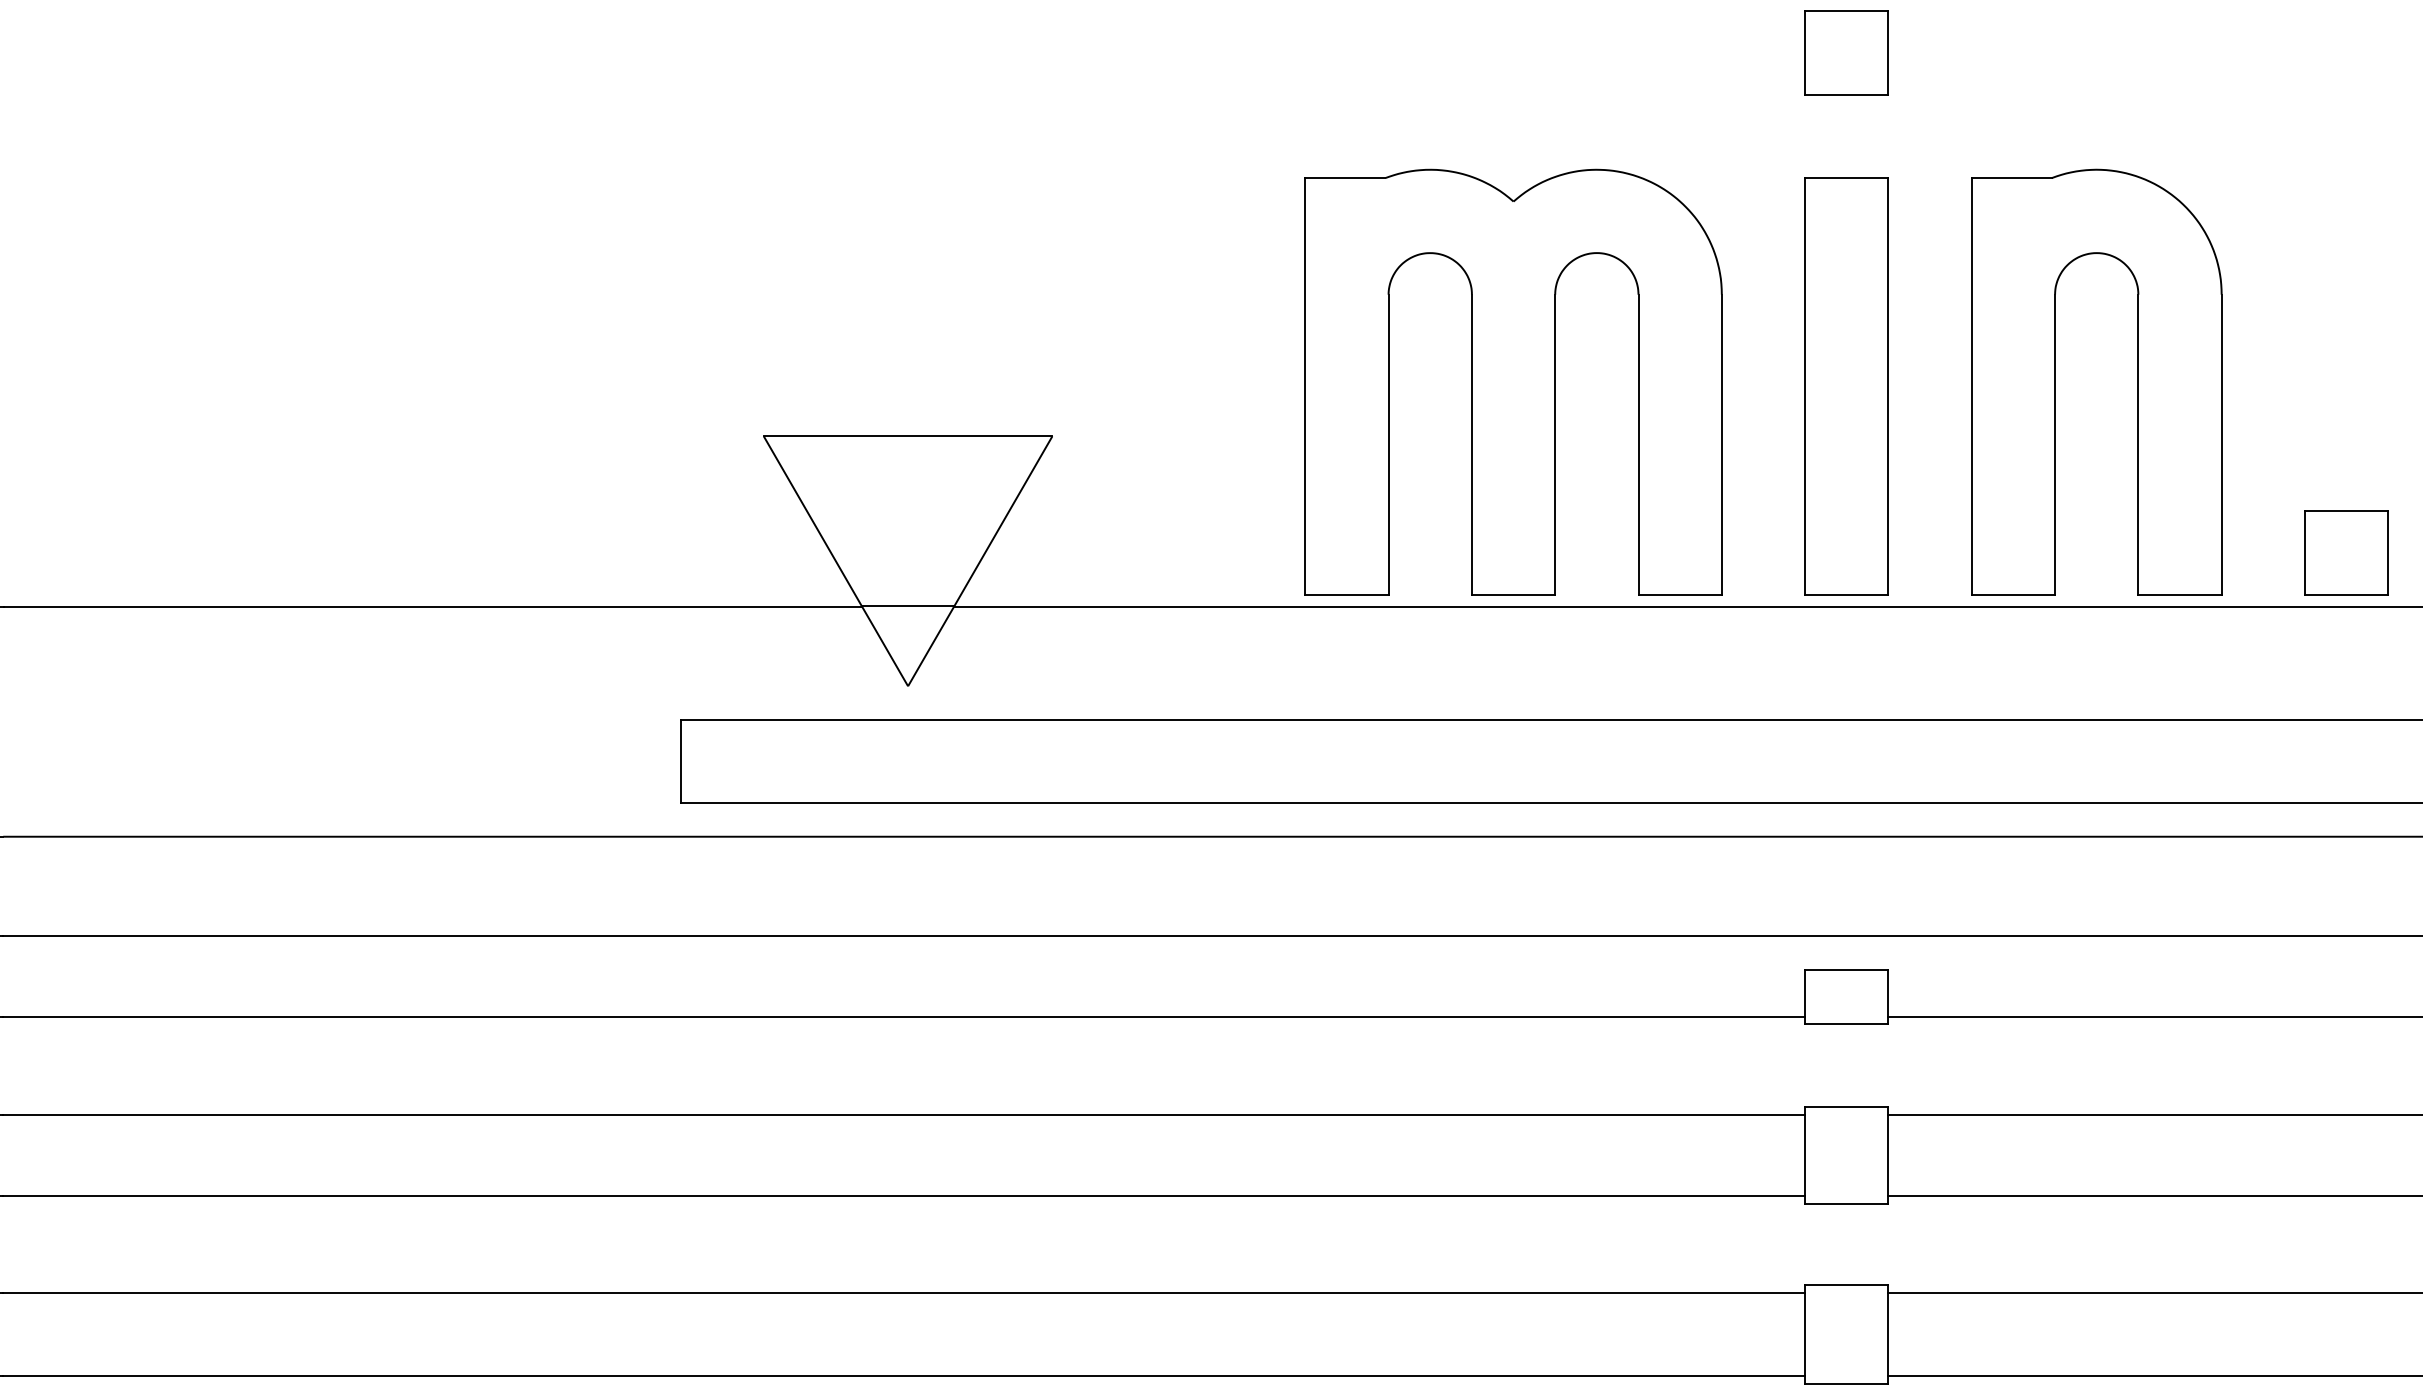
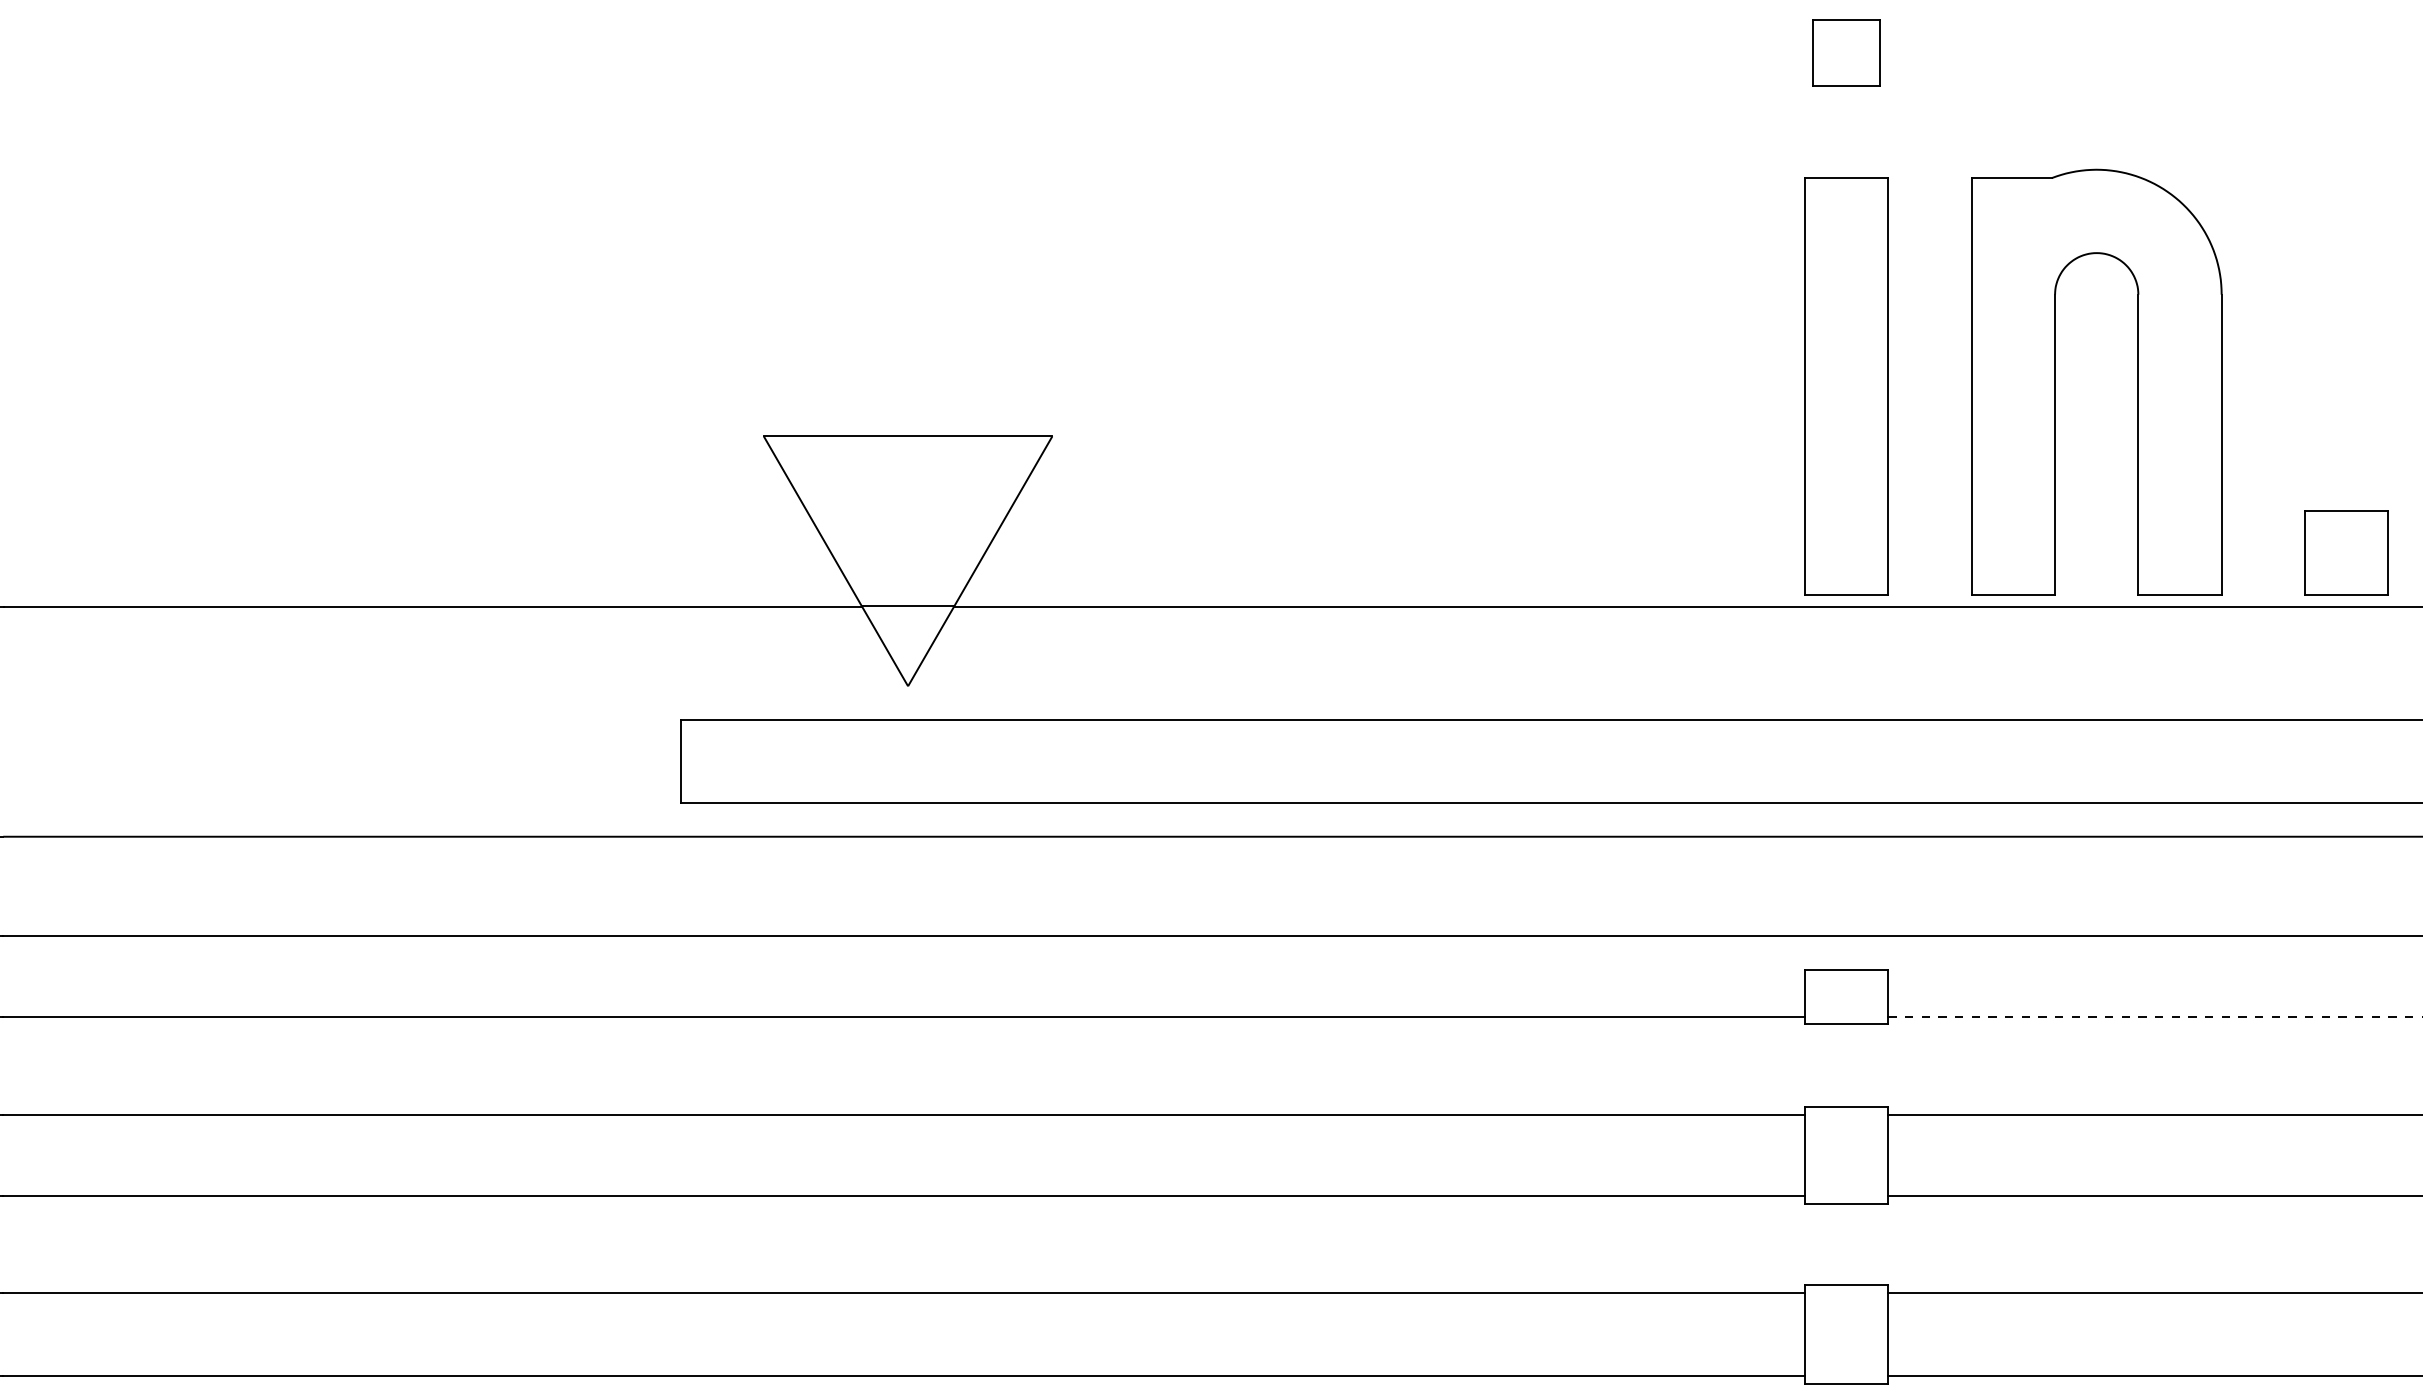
part at (1846, 52) size: 85x86 px -> 69x68 px
part at (1513, 381): present -> none
line at (2155, 1016): solid -> dashed
